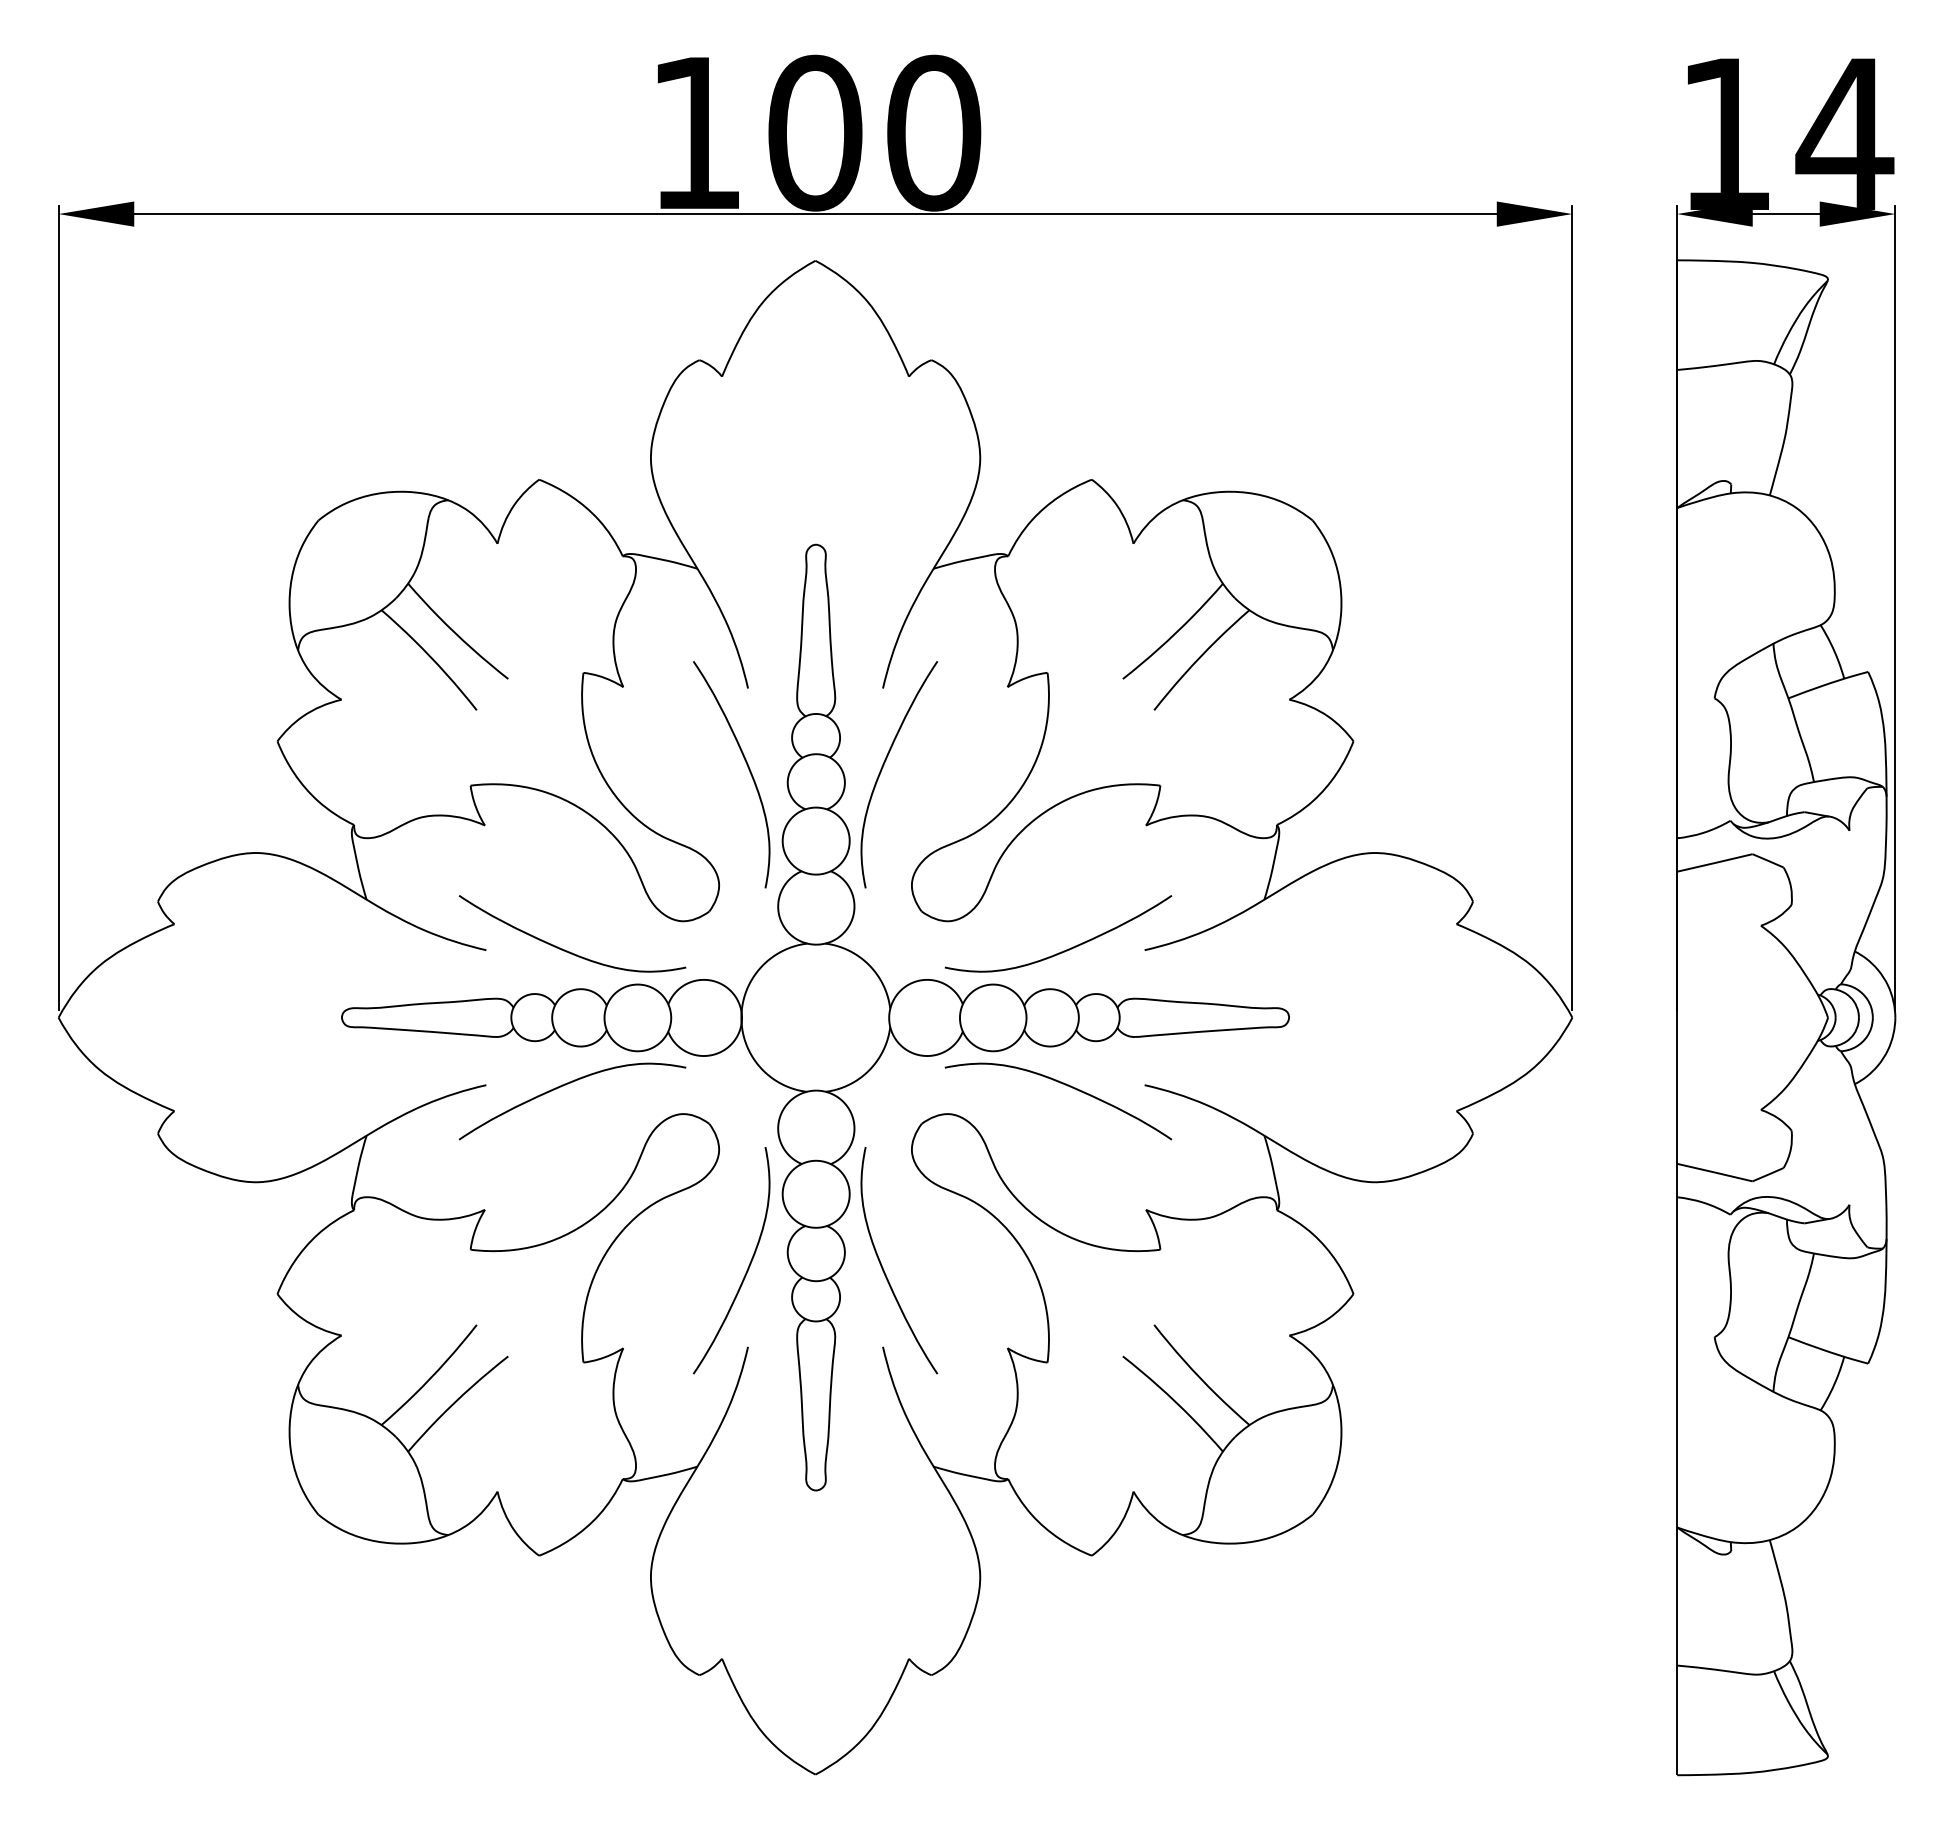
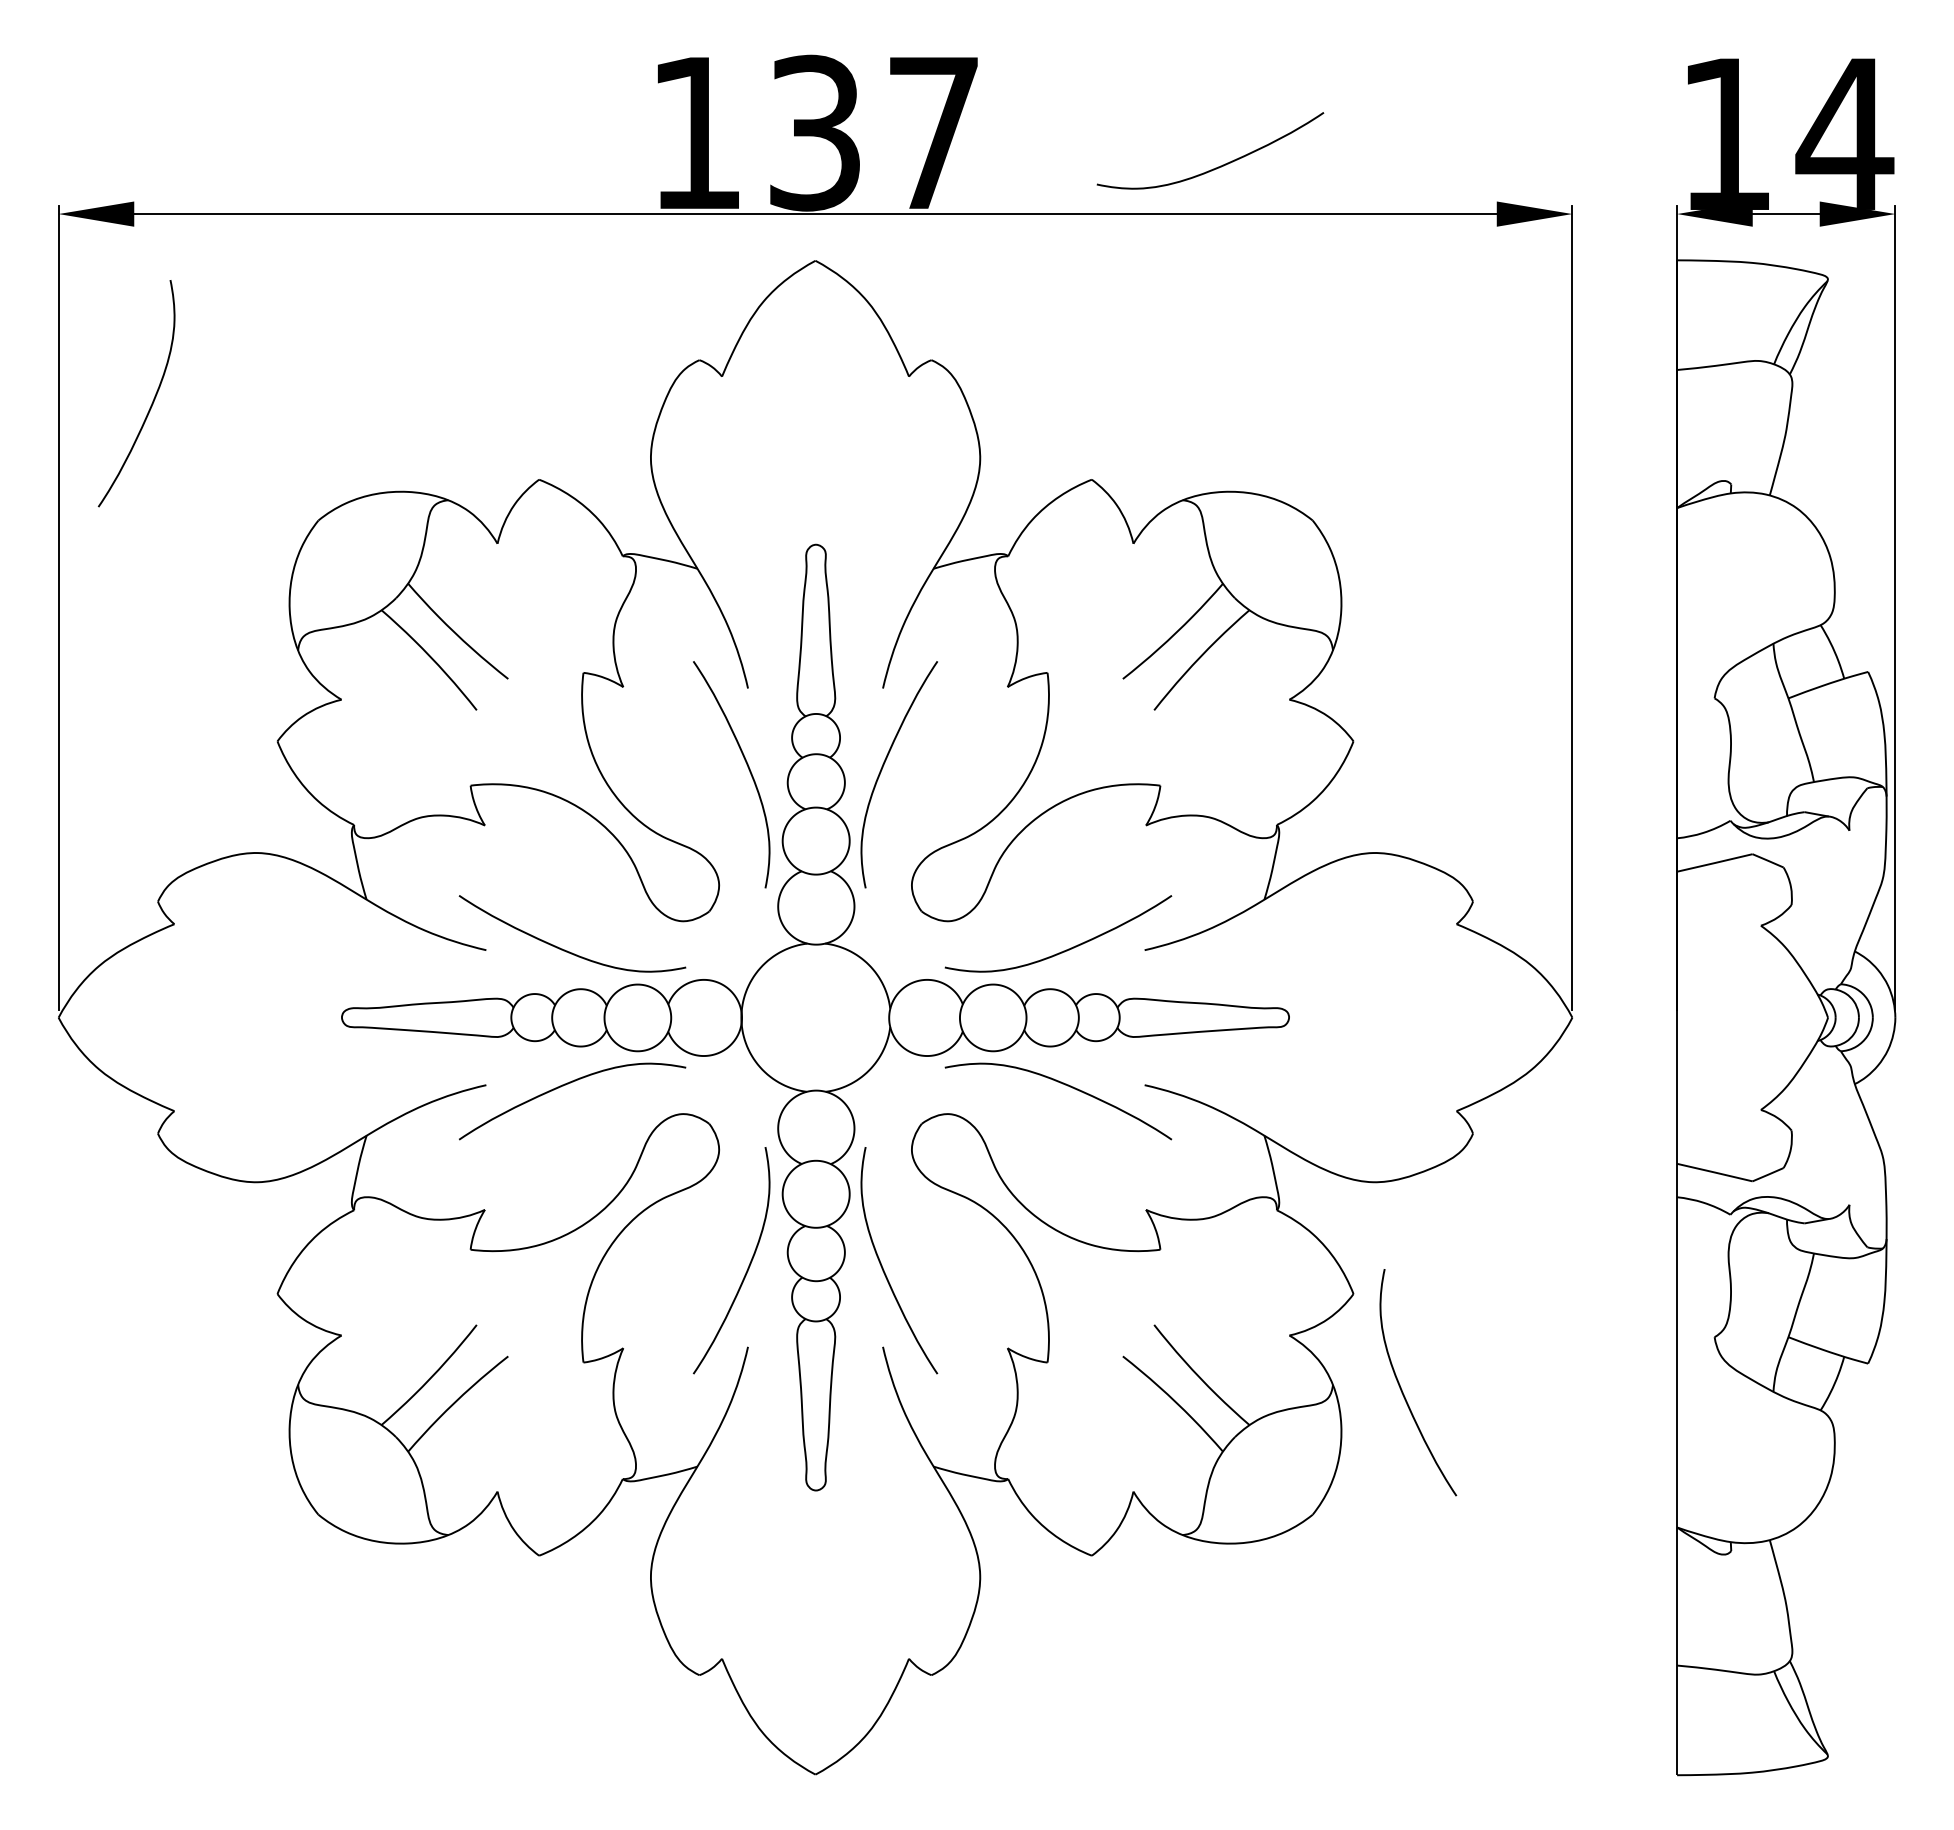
text at (874, 132): 100 -> 137
curve at (1215, 167): none -> present
curve at (152, 400): none -> present
curve at (1402, 1389): none -> present
